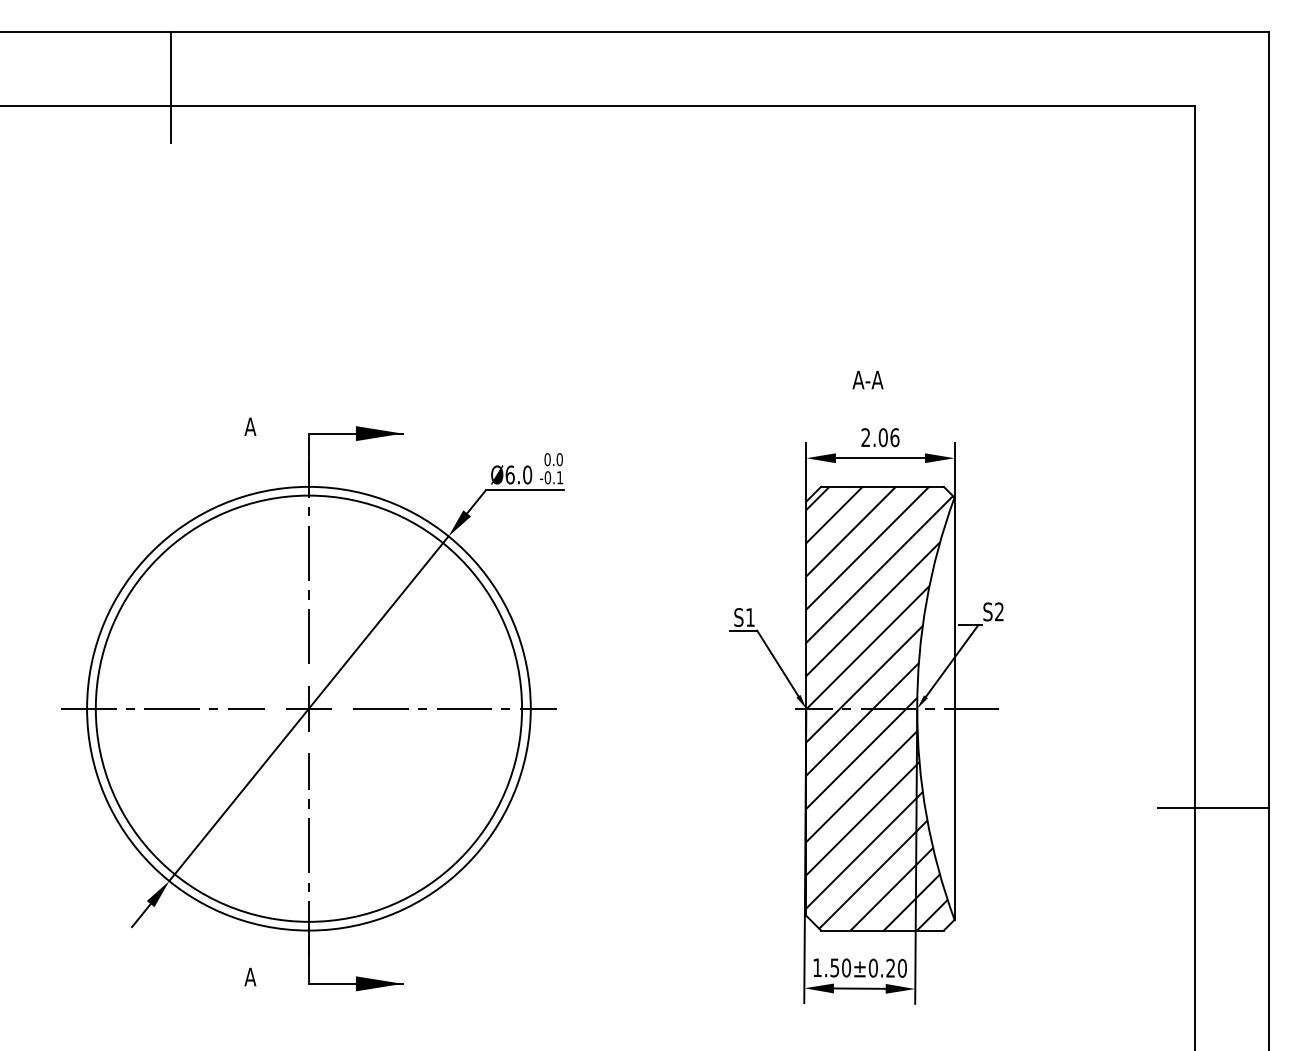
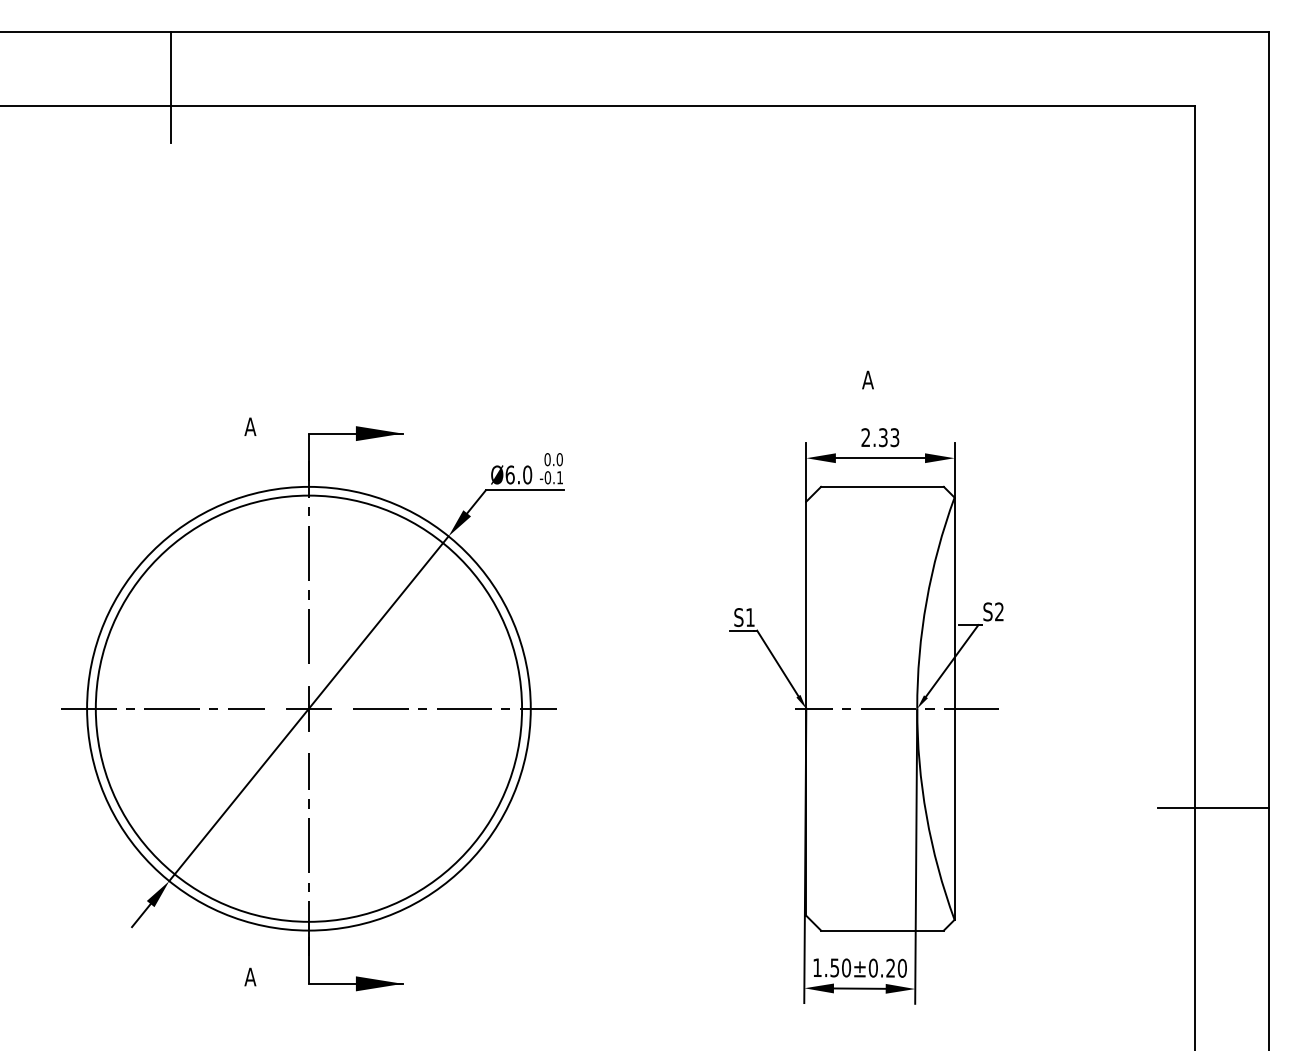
text at (867, 379): A-A -> A
text at (888, 437): 2.06 -> 2.33
hatch at (879, 708): present -> none
